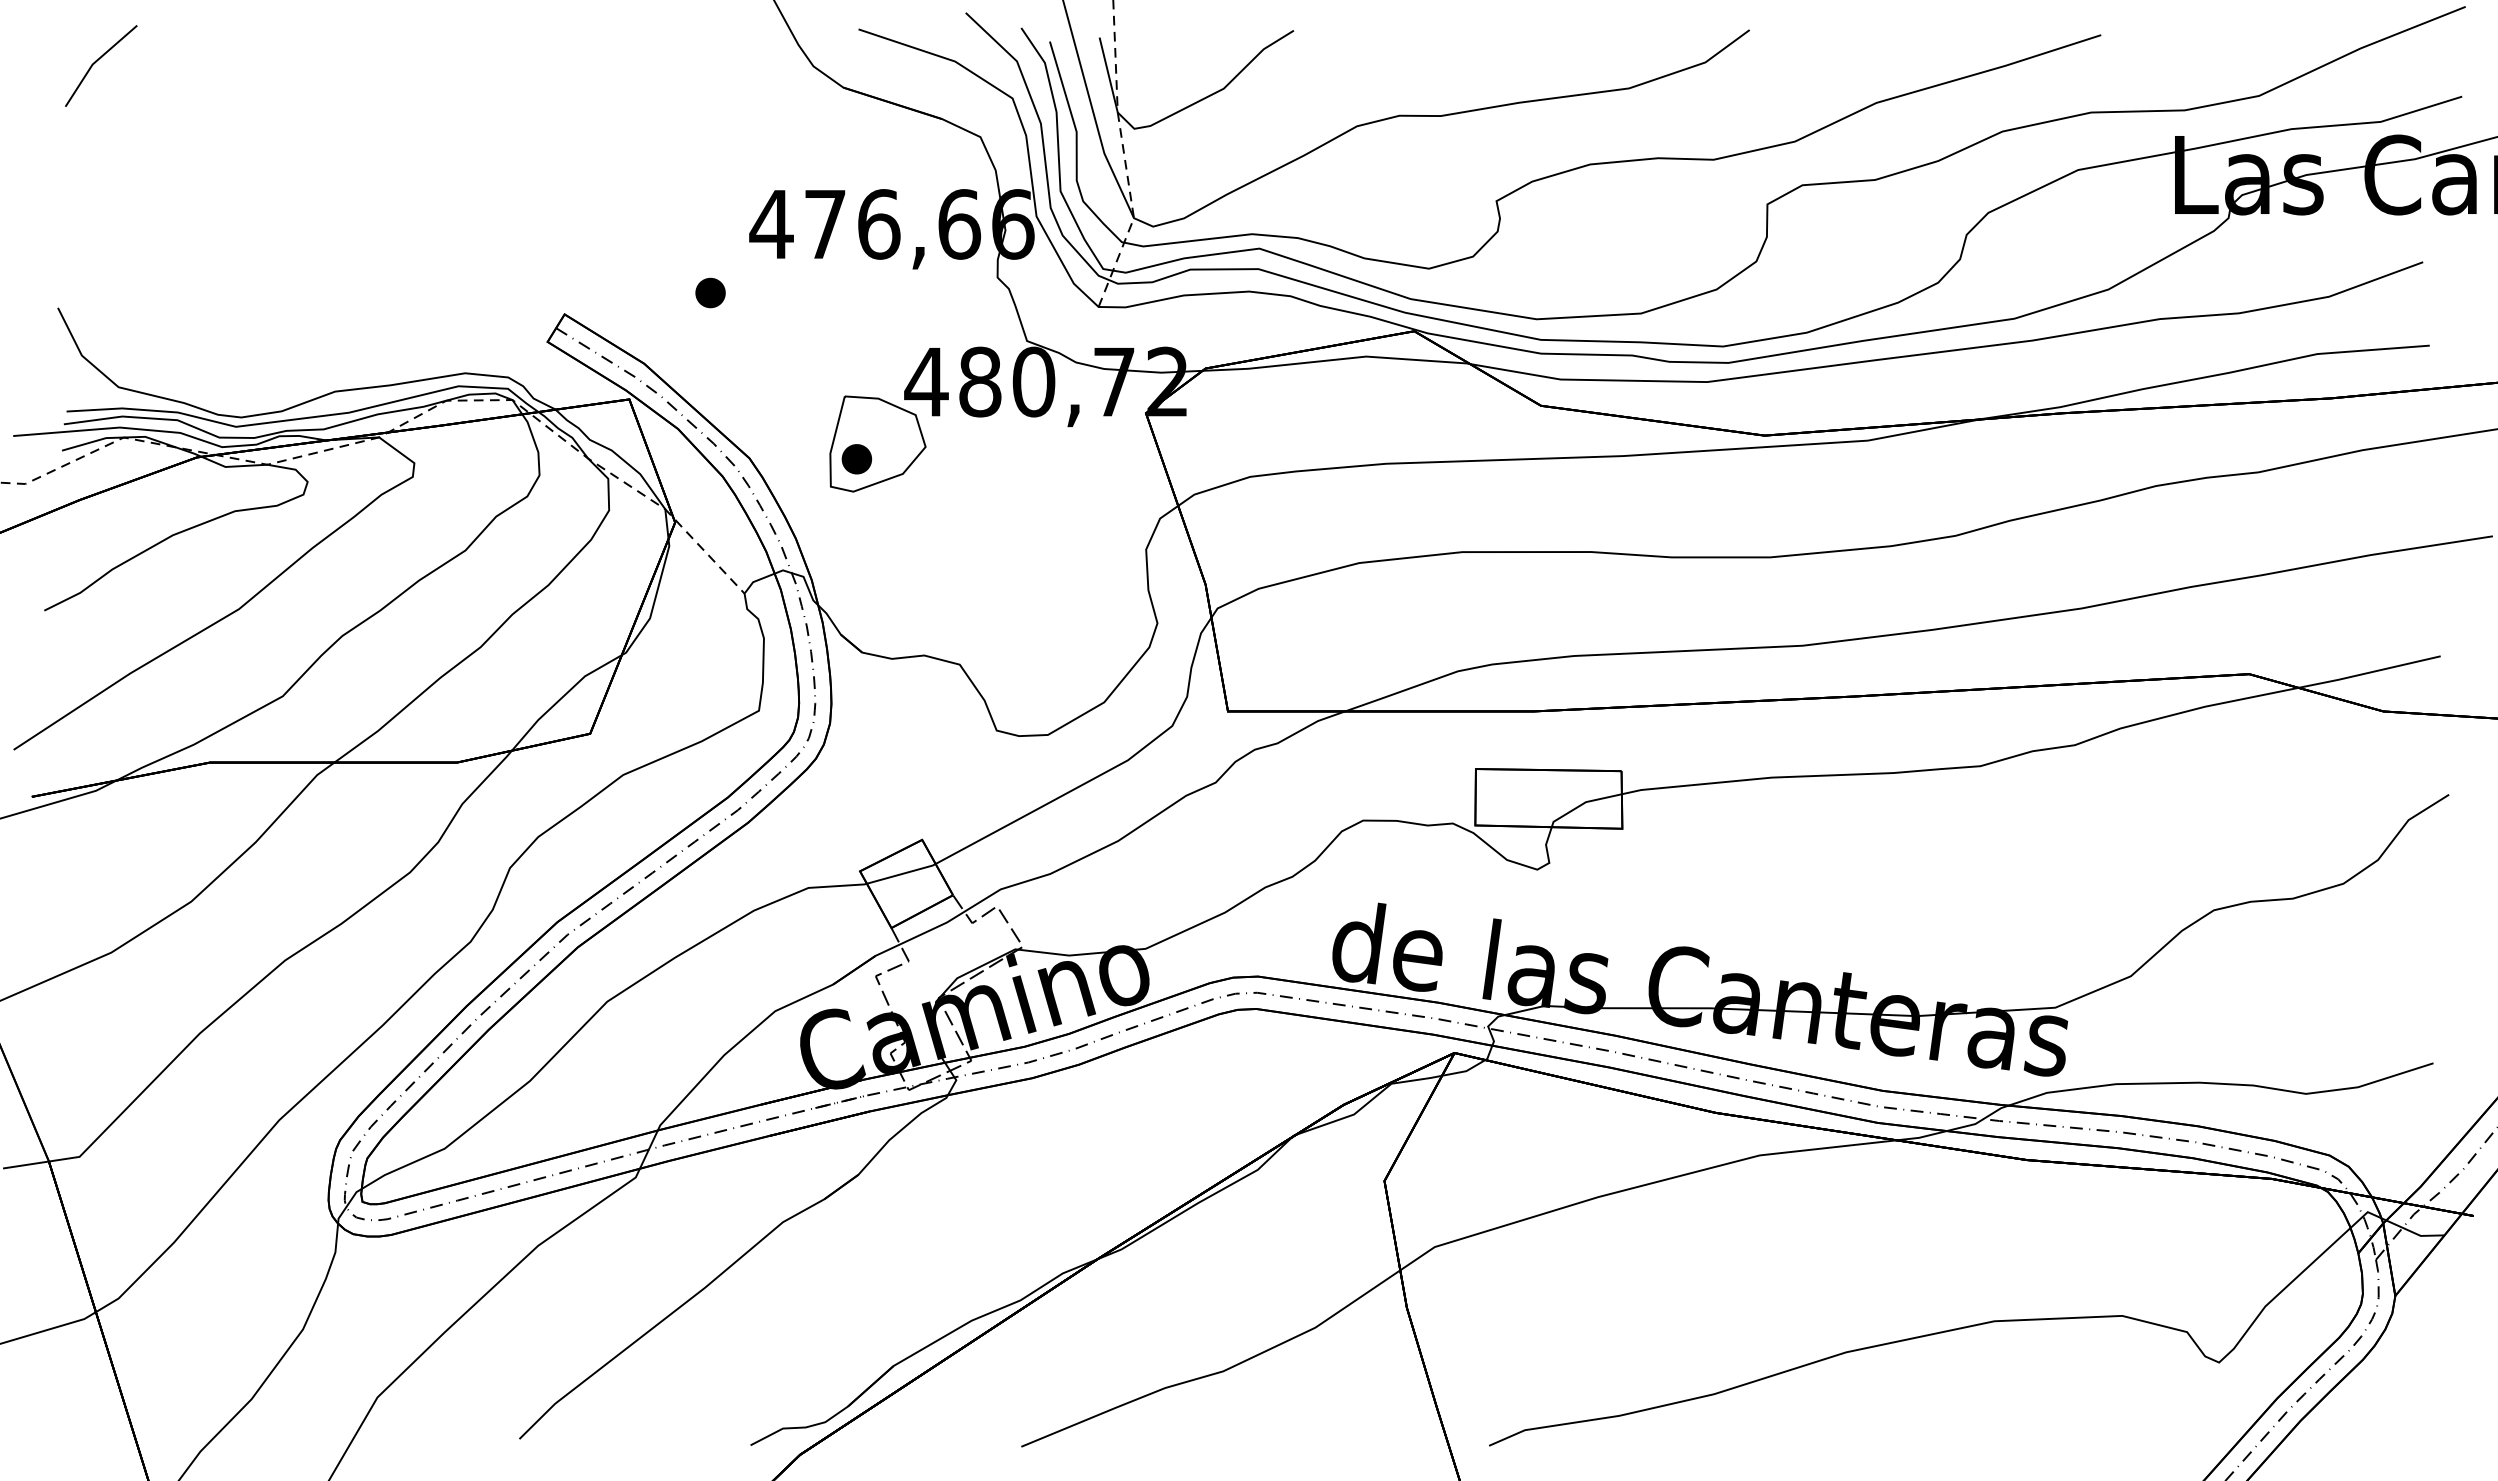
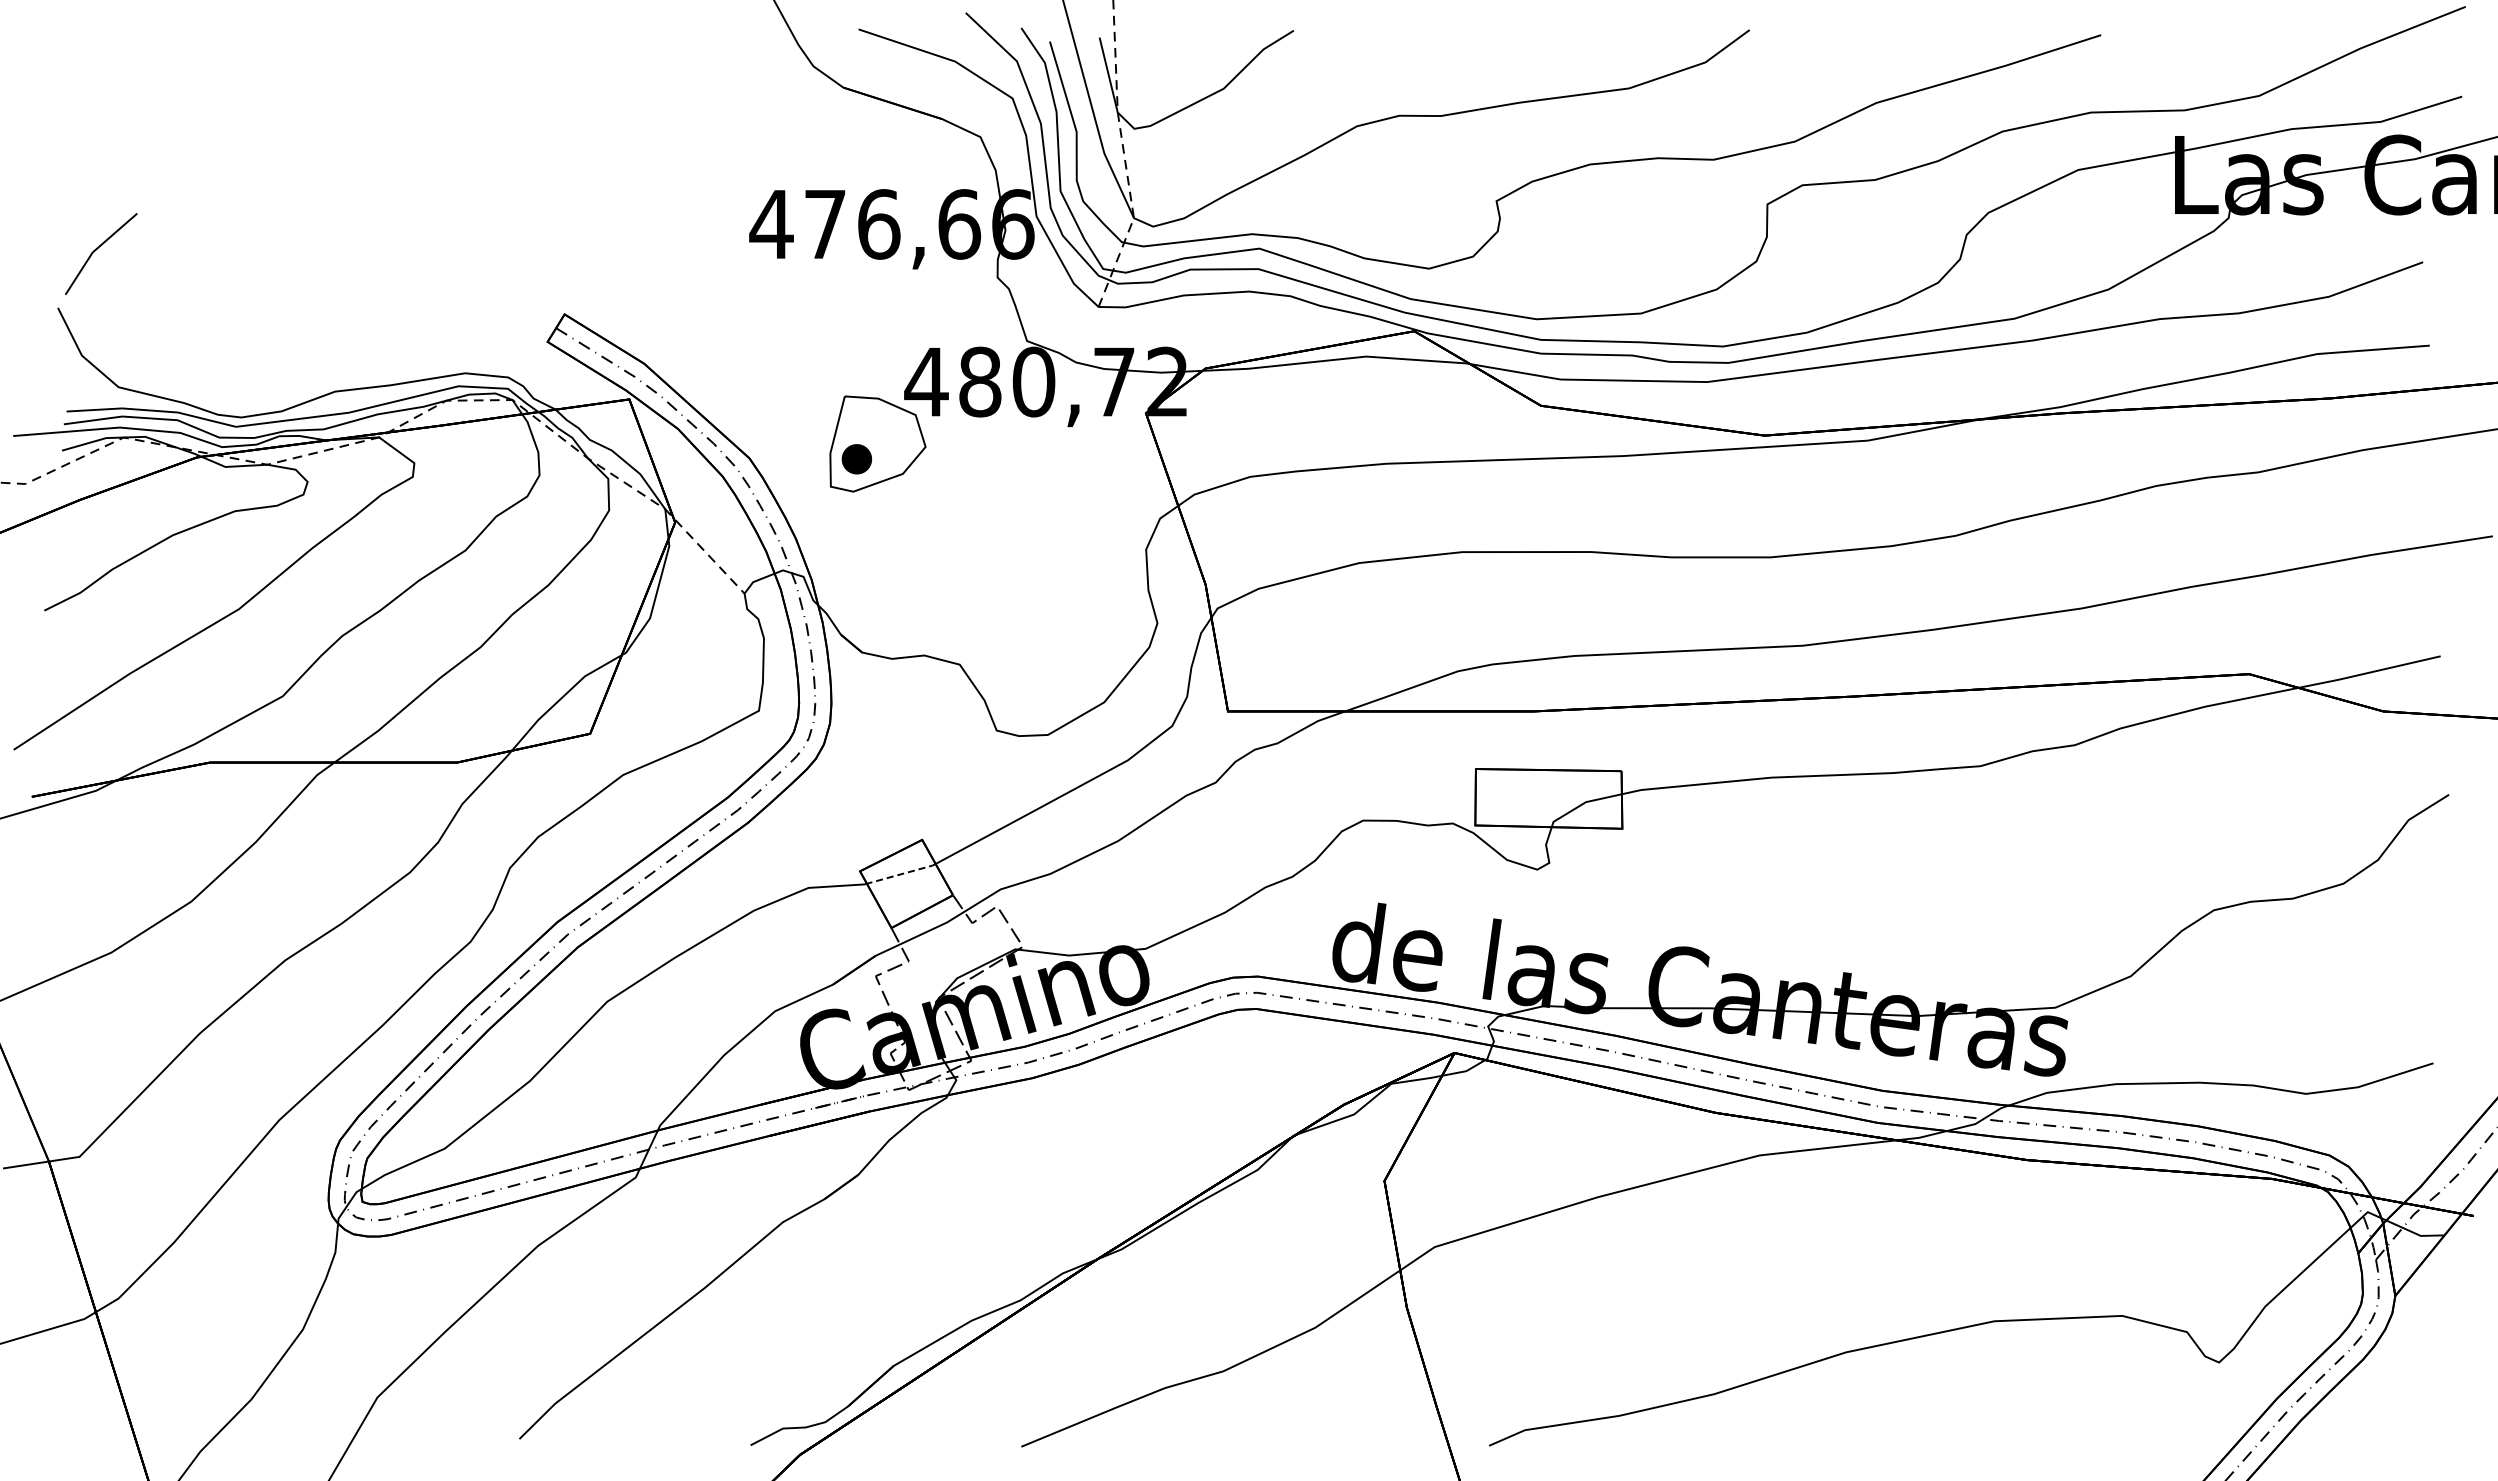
line at (97, 61) position: (97, 61) -> (97, 249)
part at (710, 292): present -> none
line at (902, 874): solid -> dashed
